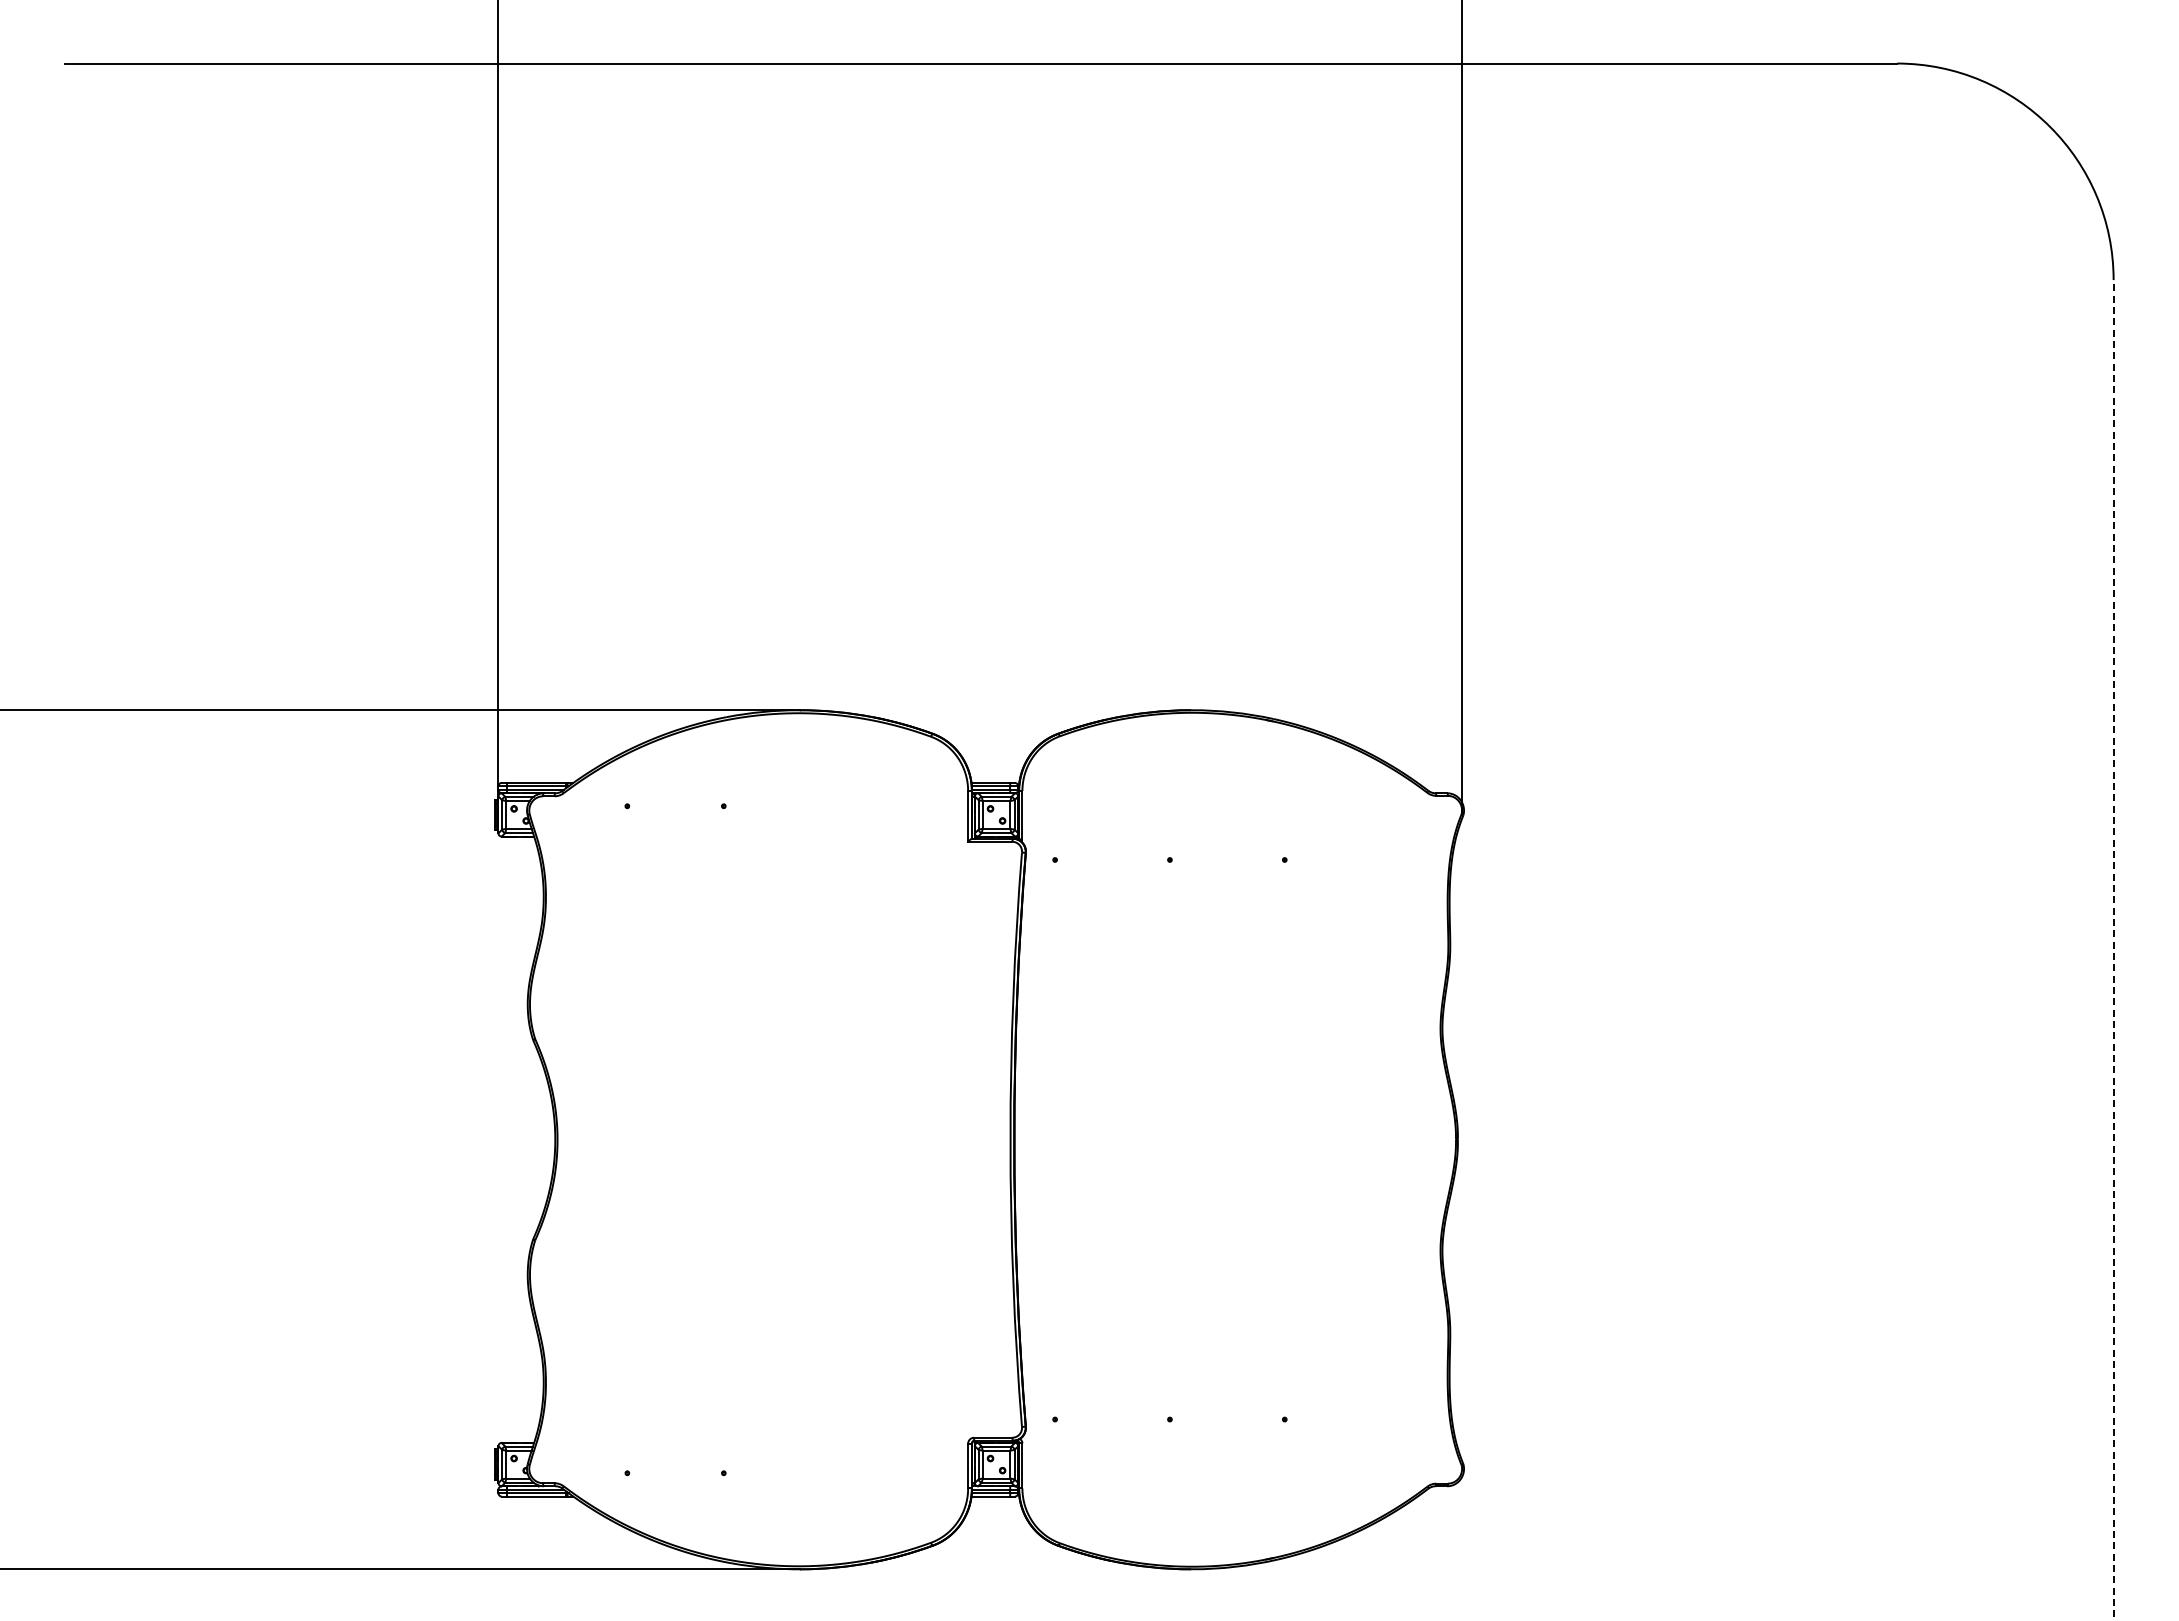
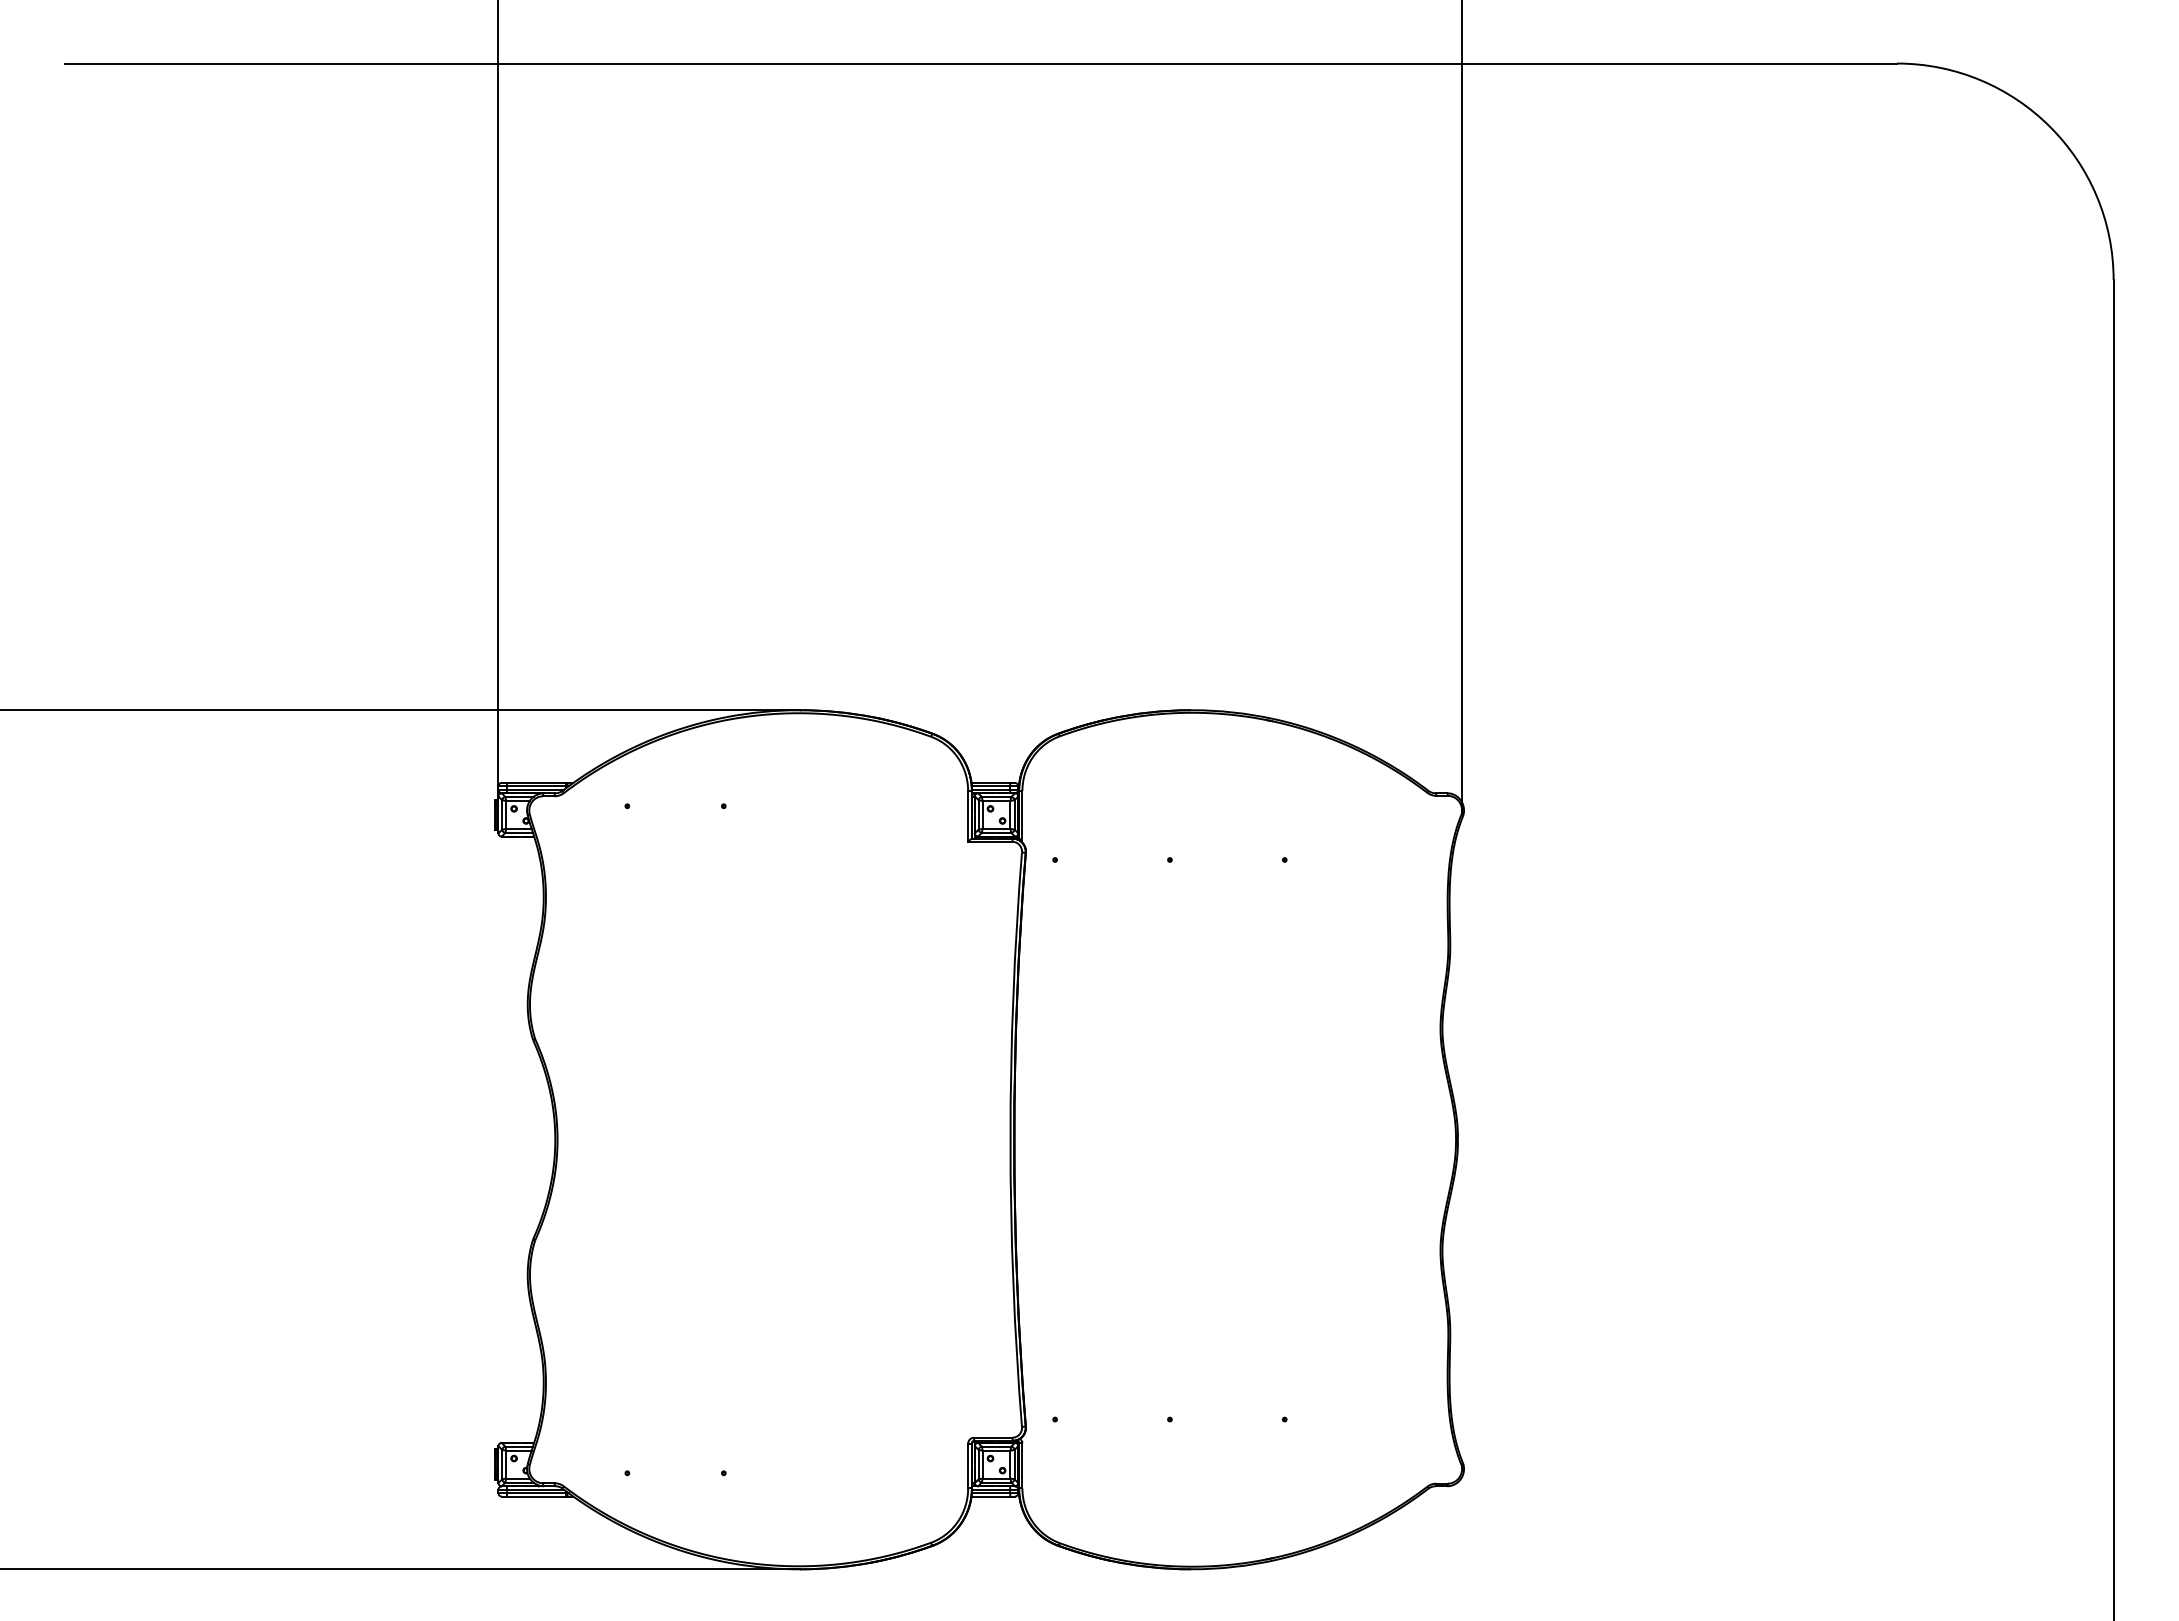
line at (2113, 949): dashed -> solid
